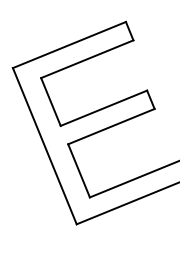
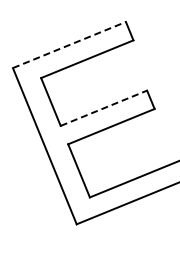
line at (69, 44): solid -> dashed
line at (103, 108): solid -> dashed
